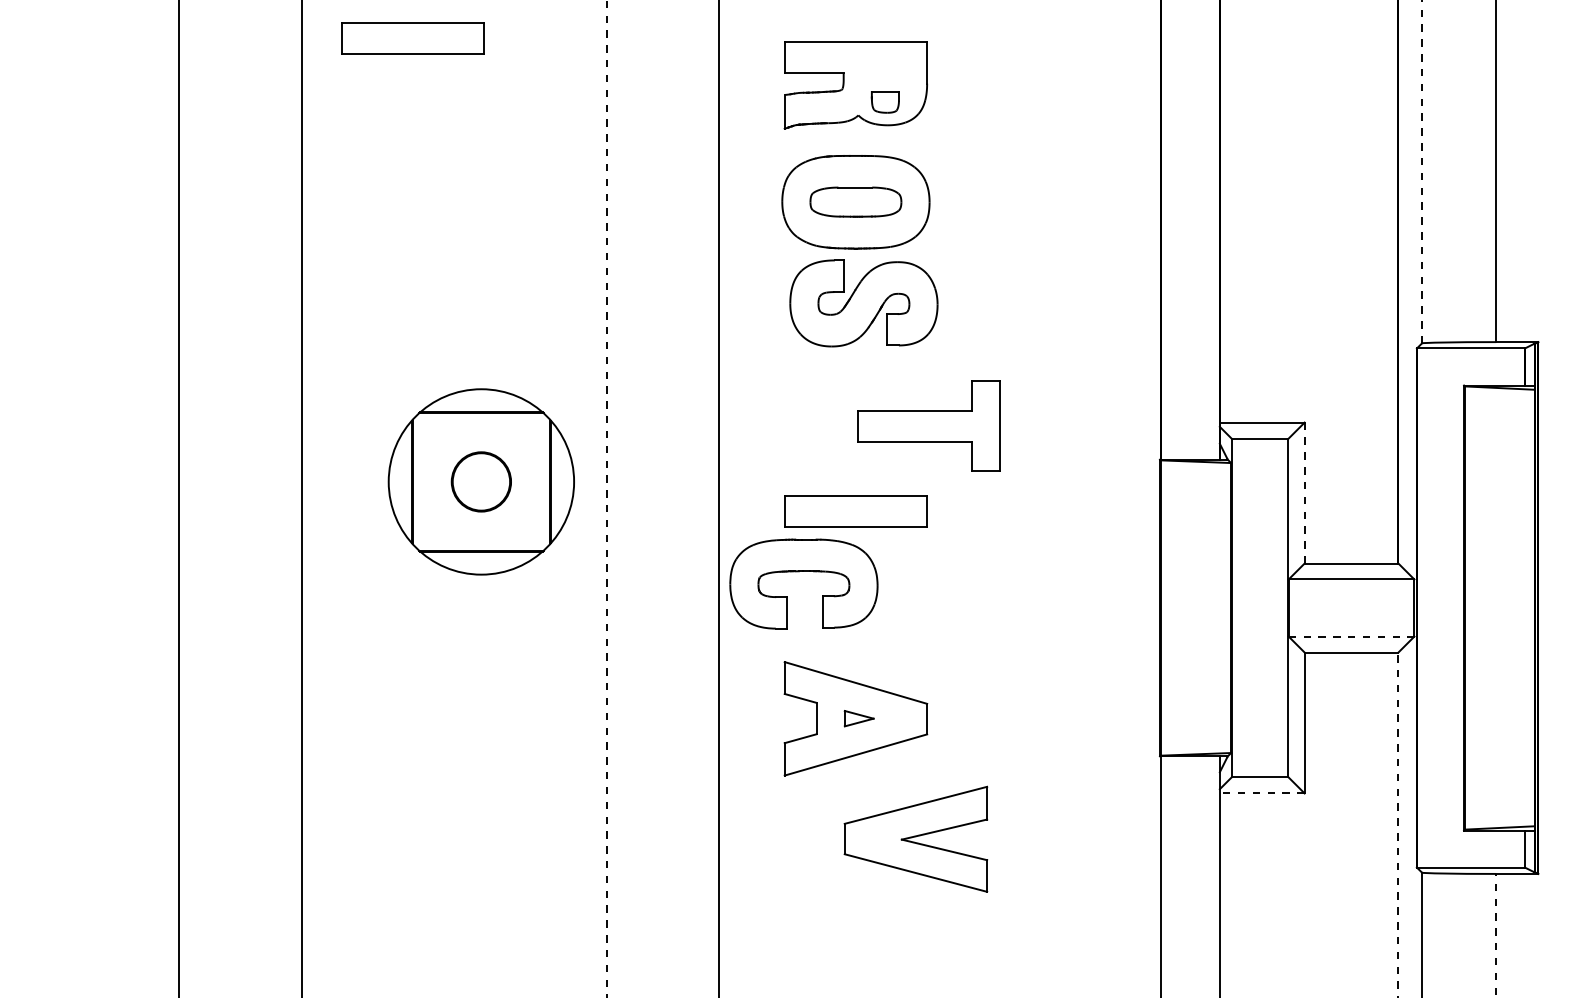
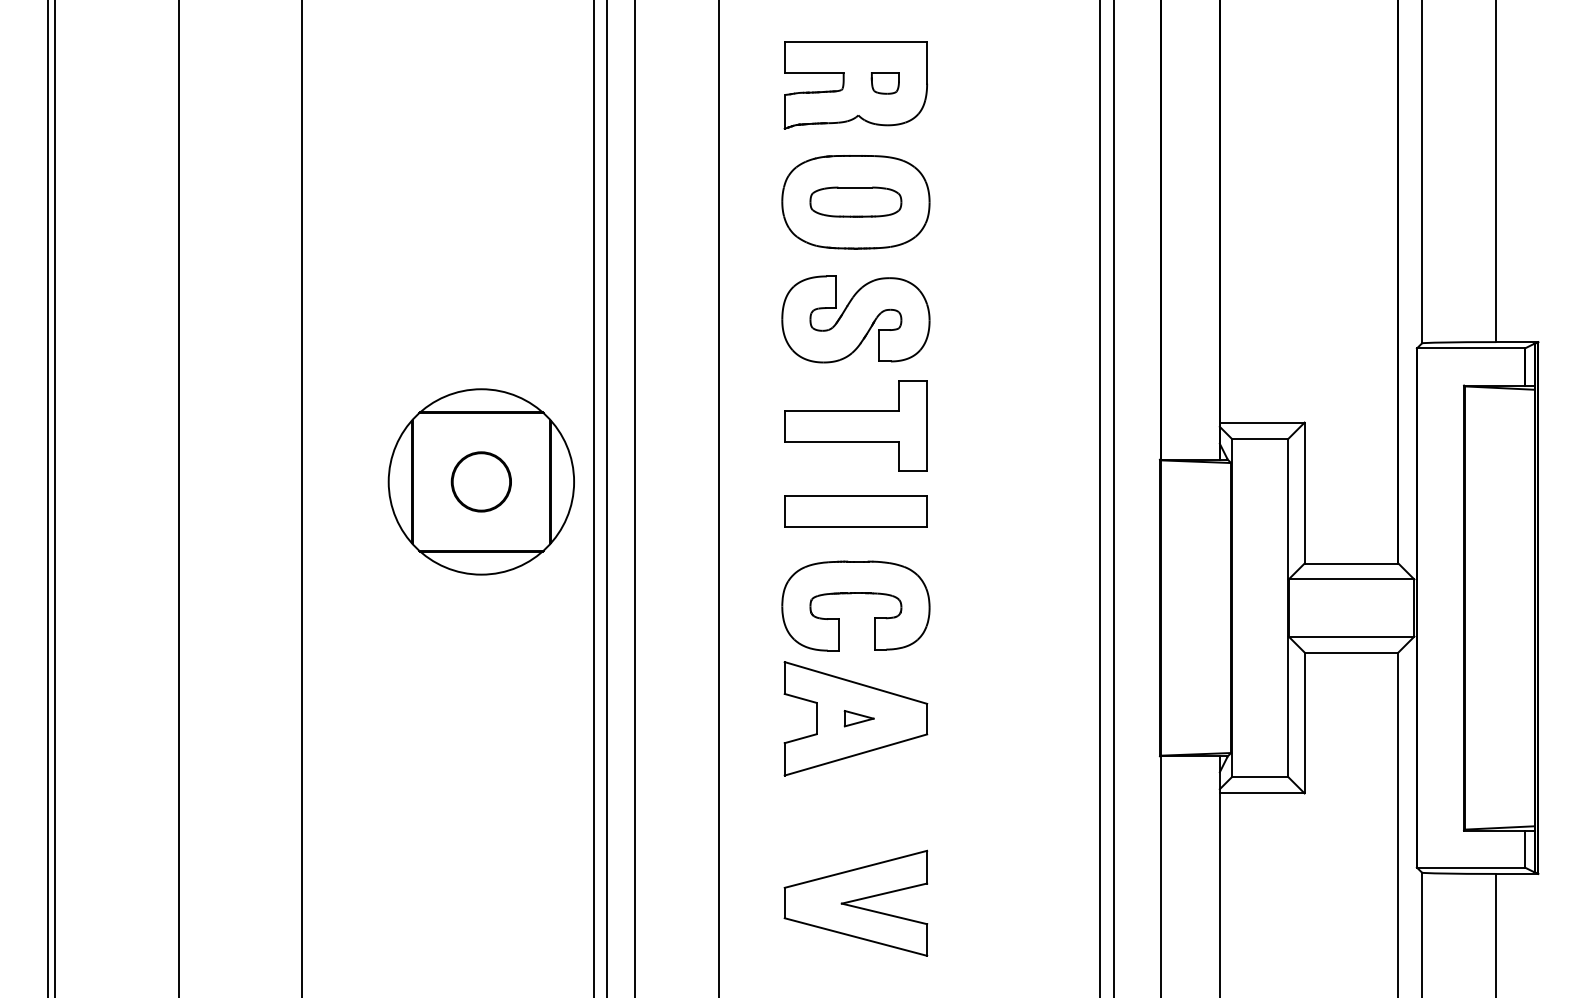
part at (412, 38): present -> none
part at (884, 102) position: (884, 102) -> (884, 83)
line at (1422, 171): dashed -> solid
part at (863, 303) position: (863, 303) -> (855, 319)
part at (928, 425) position: (928, 425) -> (855, 425)
line at (1304, 493): dashed -> solid
line at (47, 498): none -> present
line at (54, 498): none -> present
line at (594, 498): none -> present
line at (607, 498): dashed -> solid
line at (635, 498): none -> present
line at (1099, 498): none -> present
line at (1114, 498): none -> present
part at (799, 572) position: (799, 572) -> (851, 594)
line at (1351, 636): dashed -> solid
line at (1261, 793): dashed -> solid
line at (1398, 824): dashed -> solid
part at (915, 838) position: (915, 838) -> (855, 902)
line at (1496, 935): dashed -> solid
